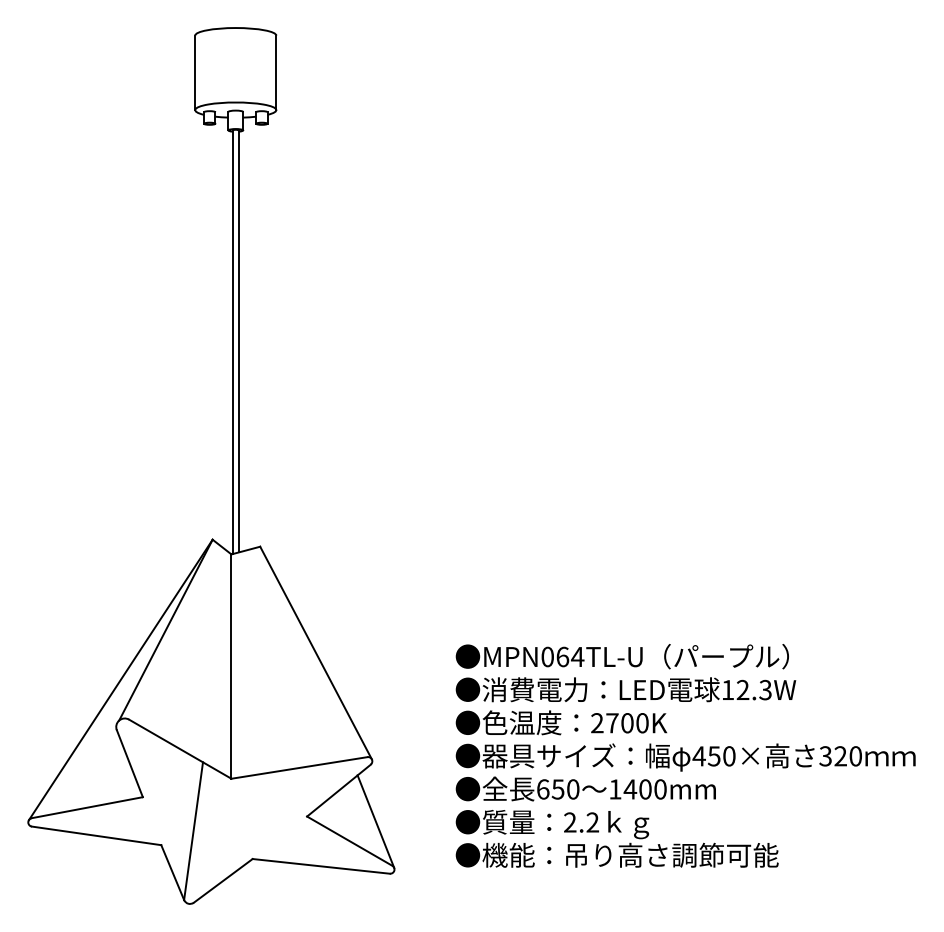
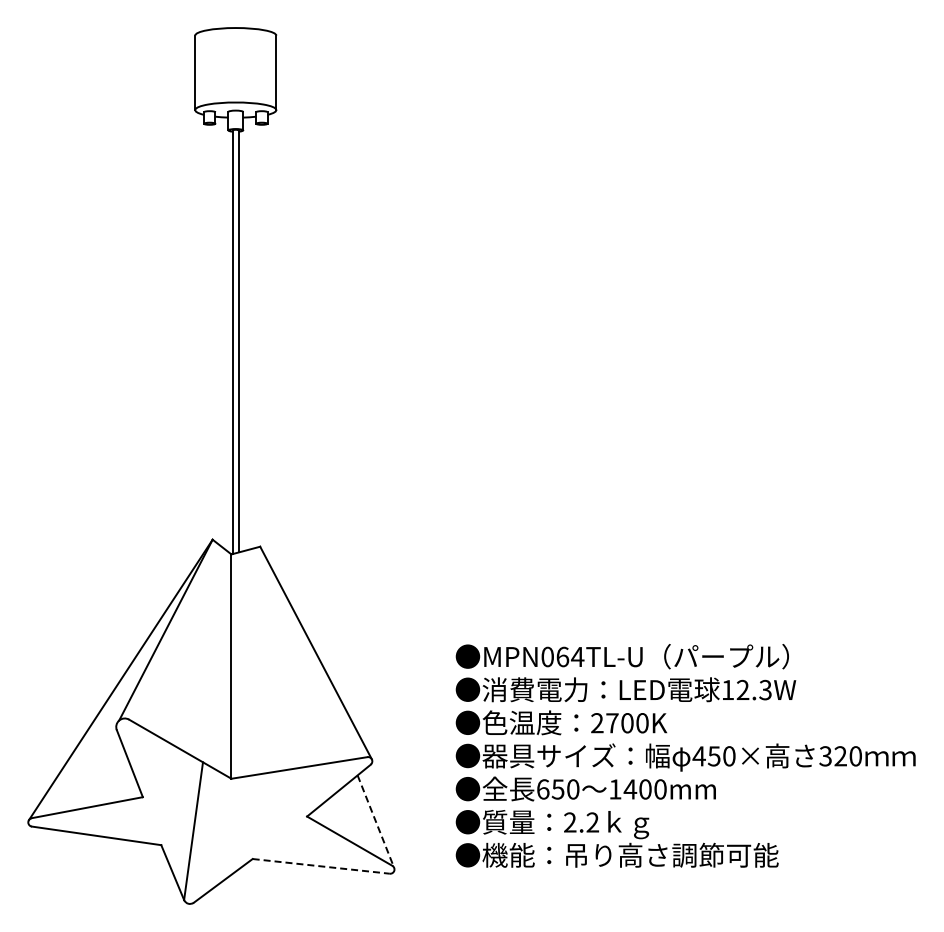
line at (375, 821): solid -> dashed
line at (321, 866): solid -> dashed
